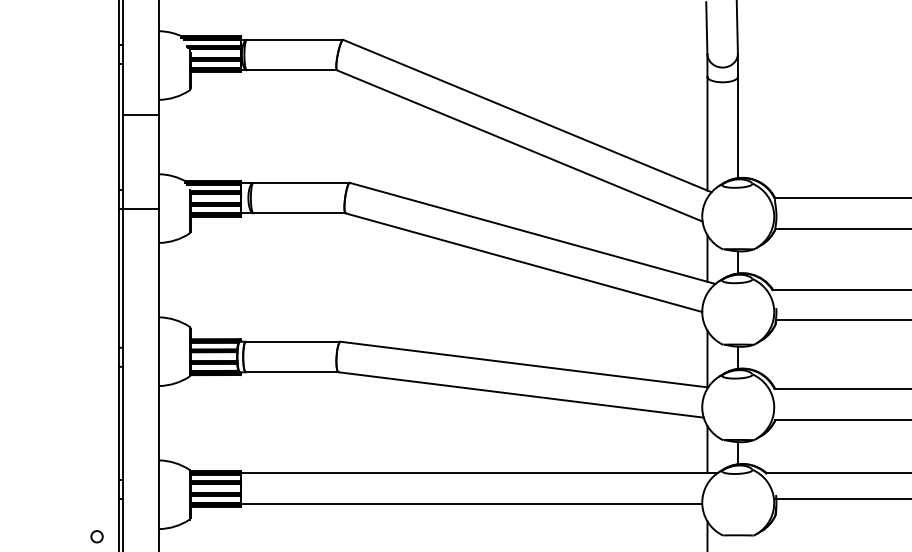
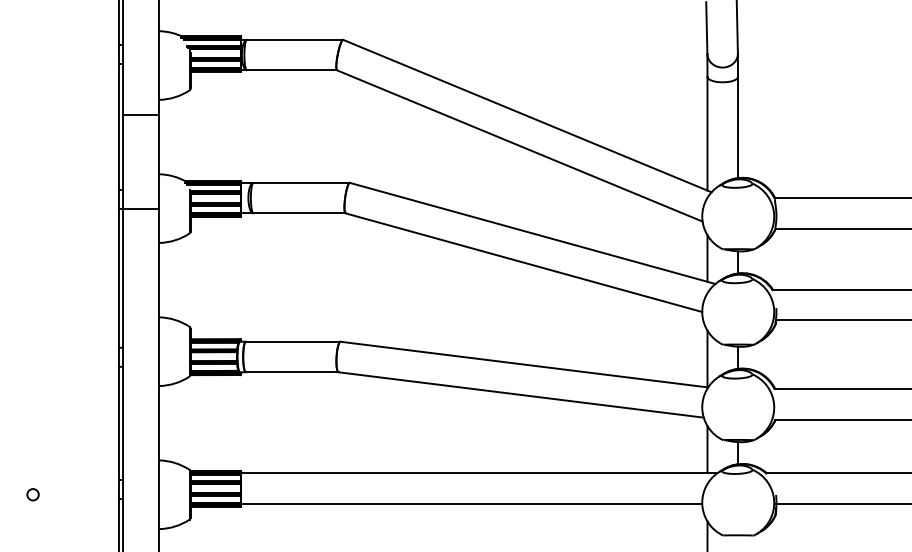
line at (842, 498) position: (842, 498) -> (842, 503)
circle at (96, 536) position: (96, 536) -> (32, 494)
